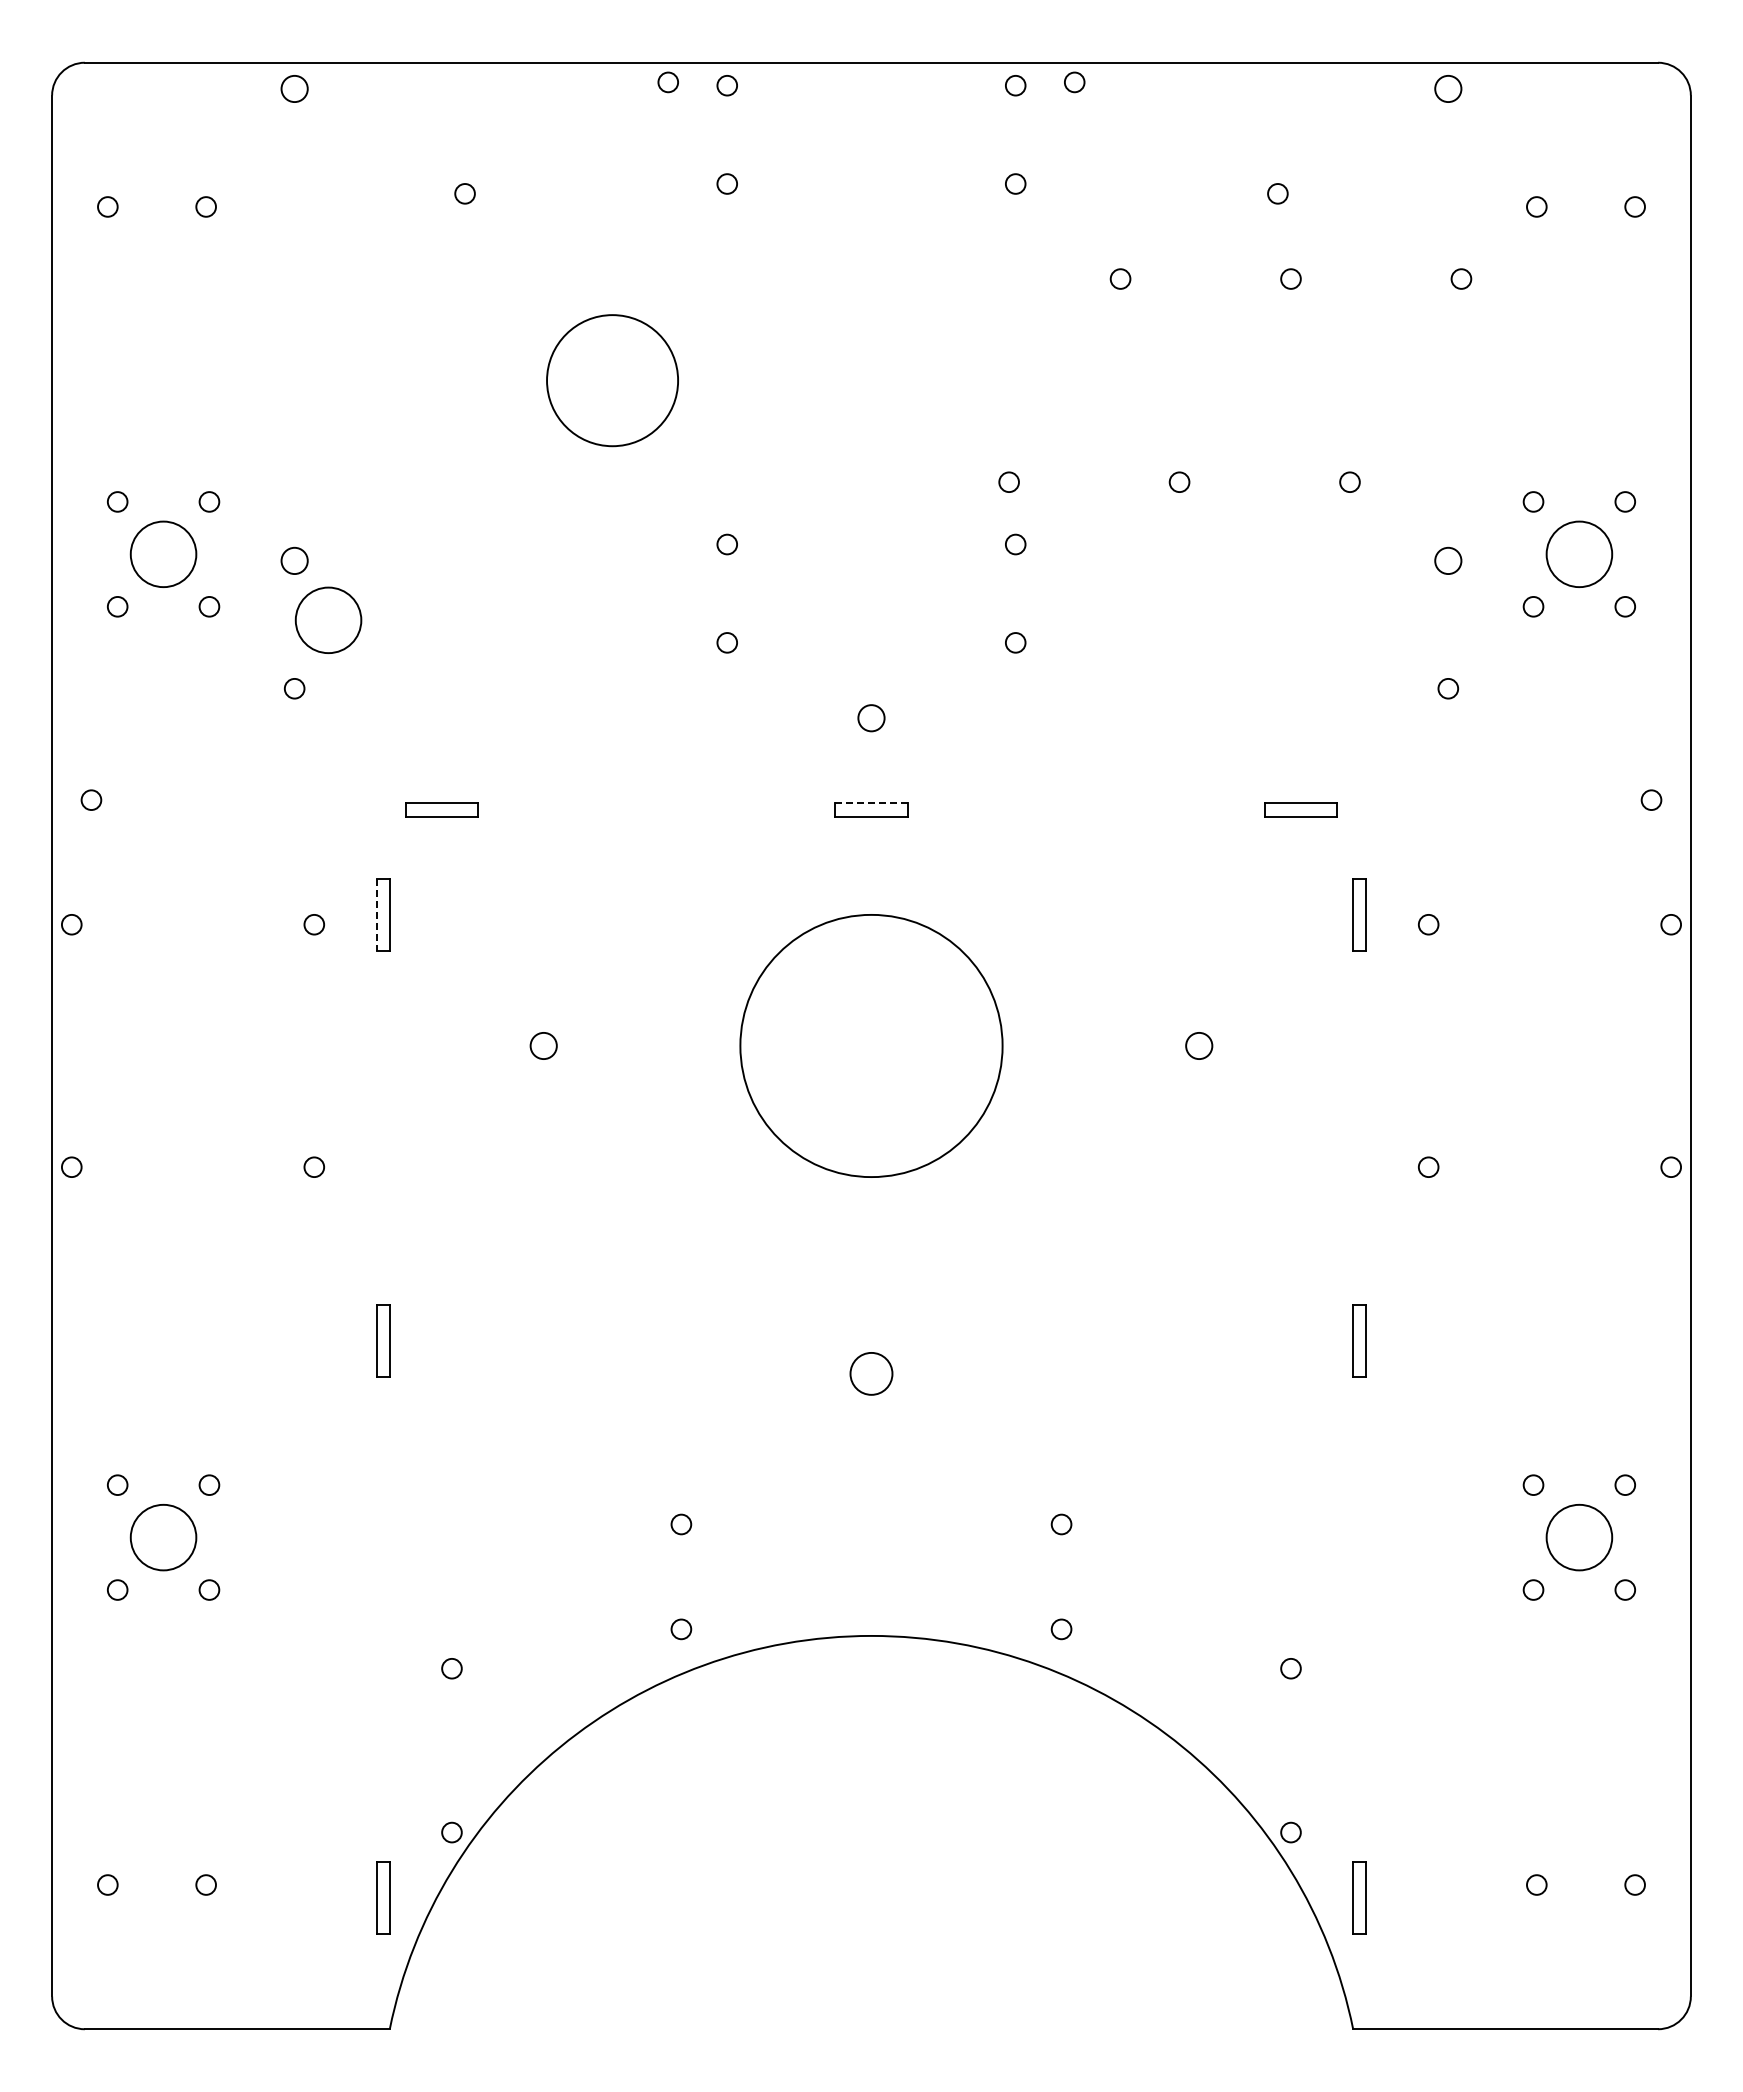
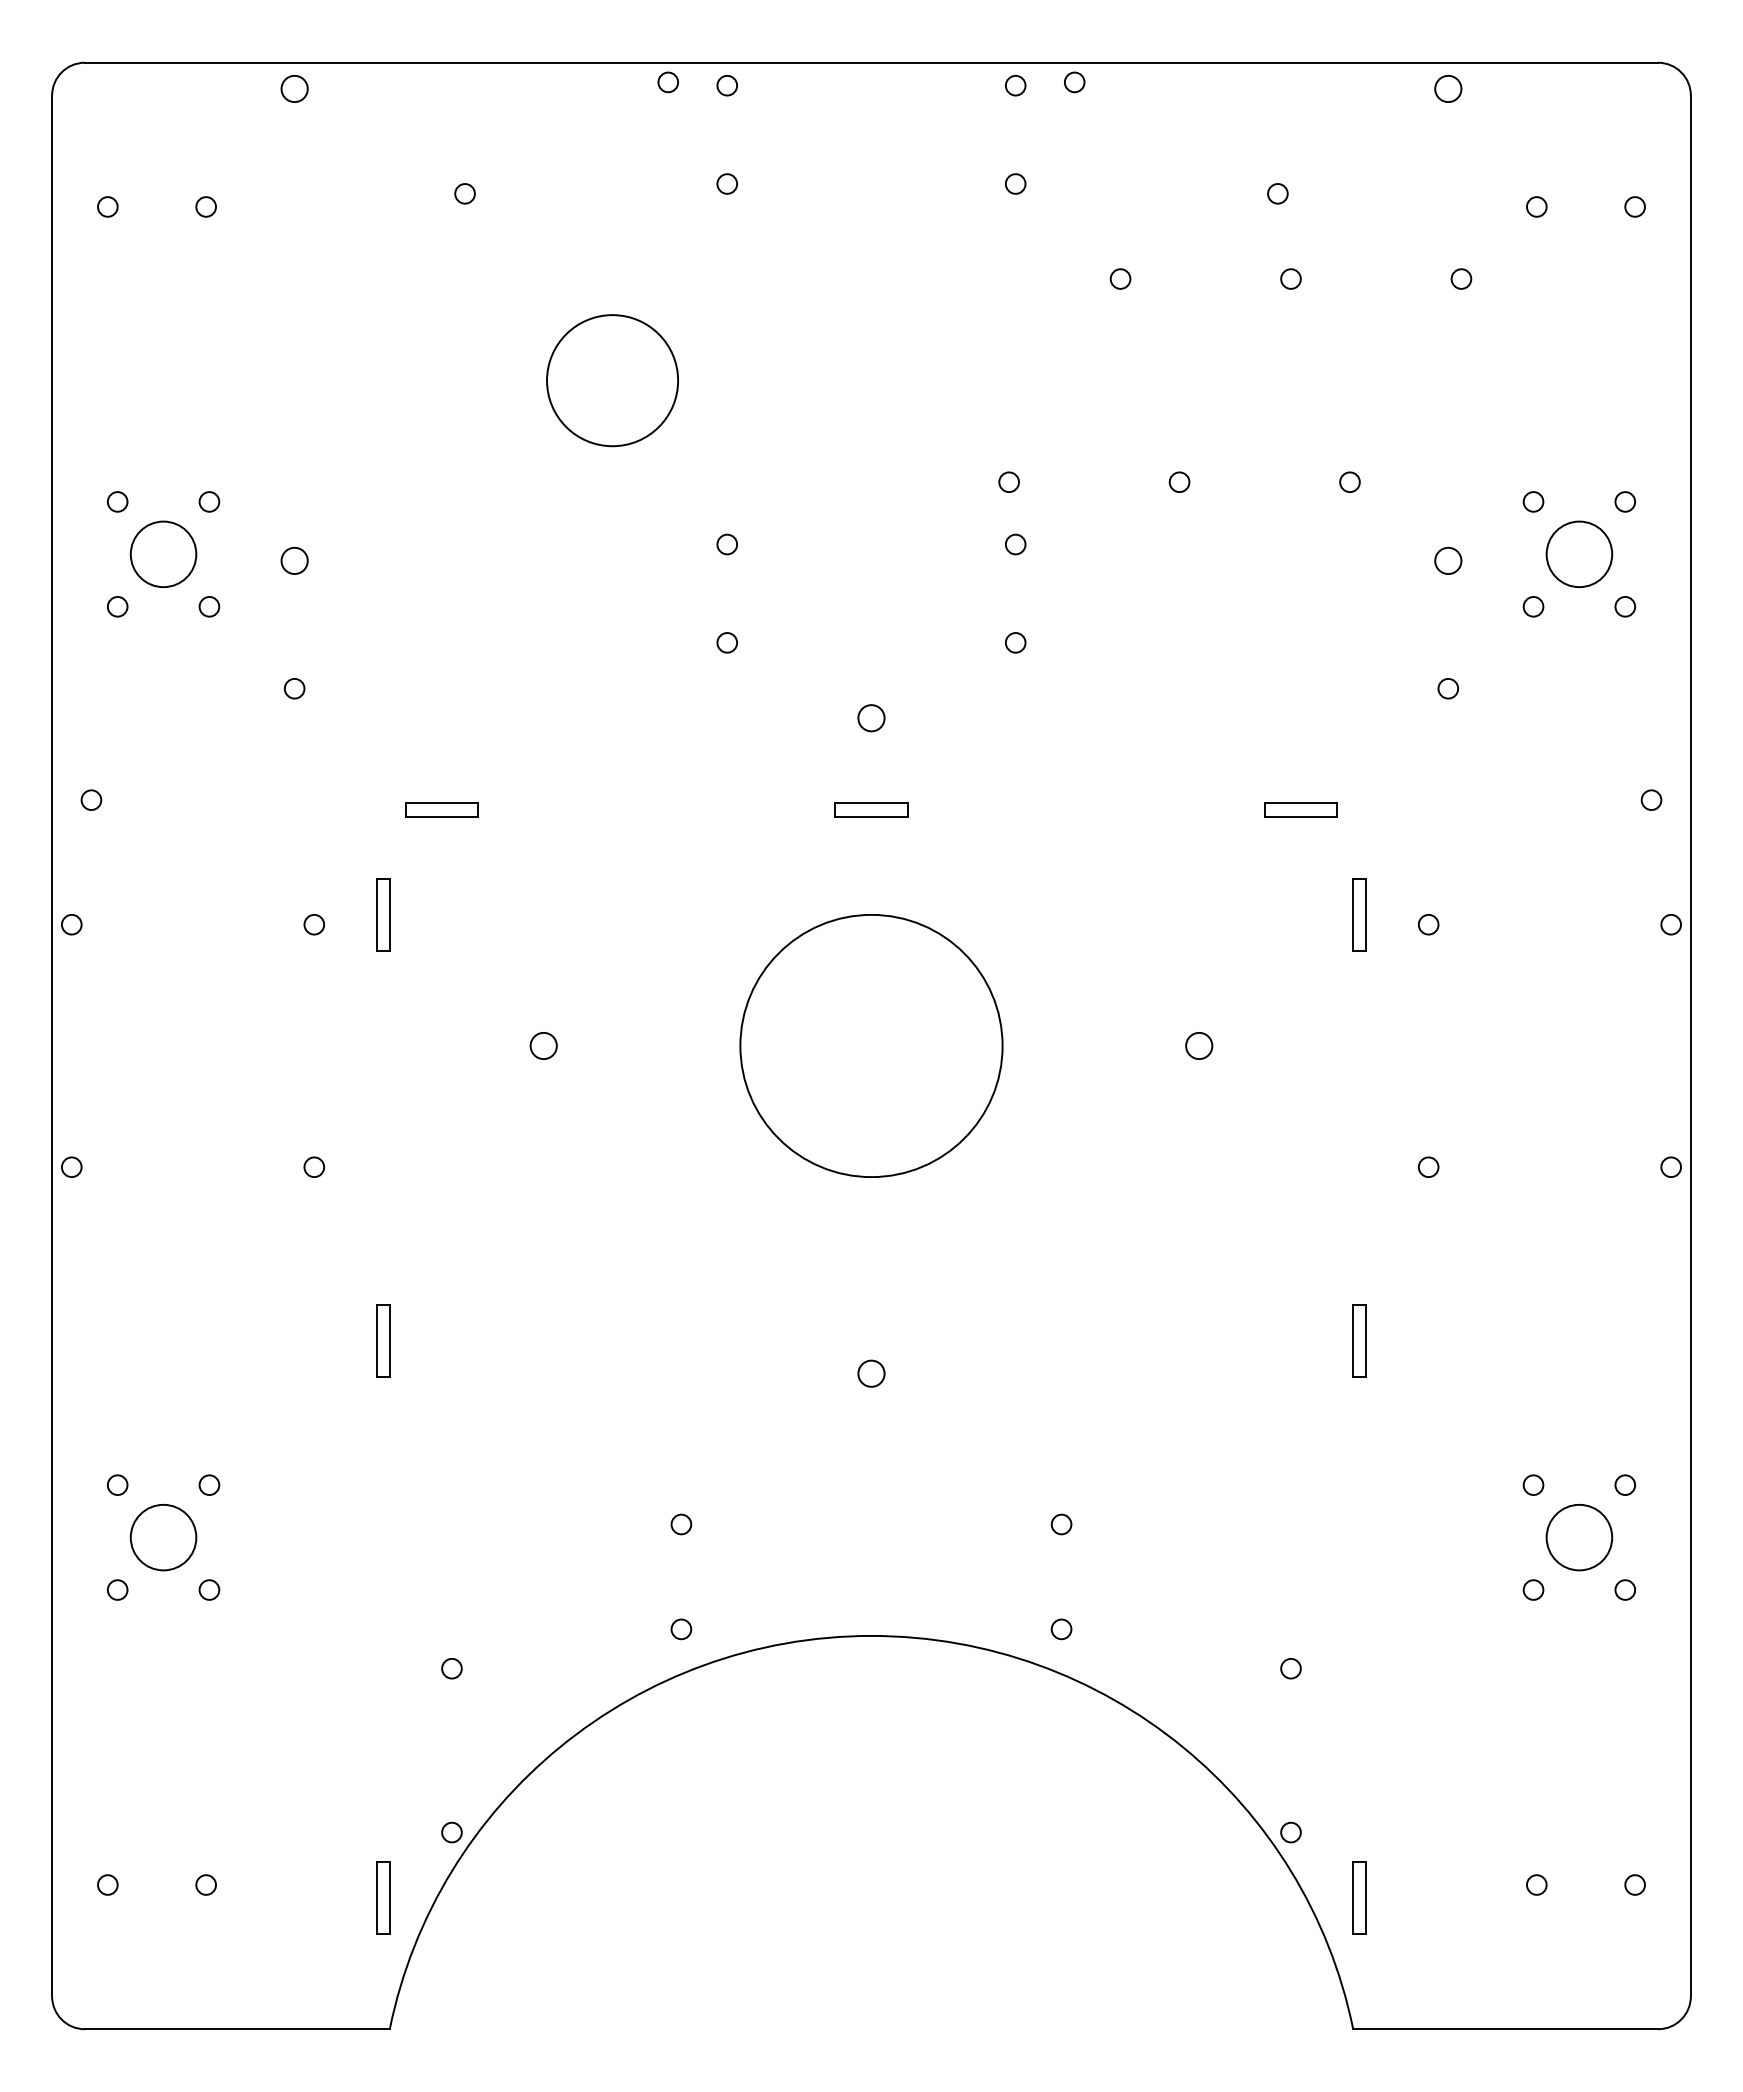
circle at (328, 619): present -> none
line at (871, 803): dashed -> solid
line at (376, 915): dashed -> solid
circle at (871, 1373) size: 45x44 px -> 29x29 px
